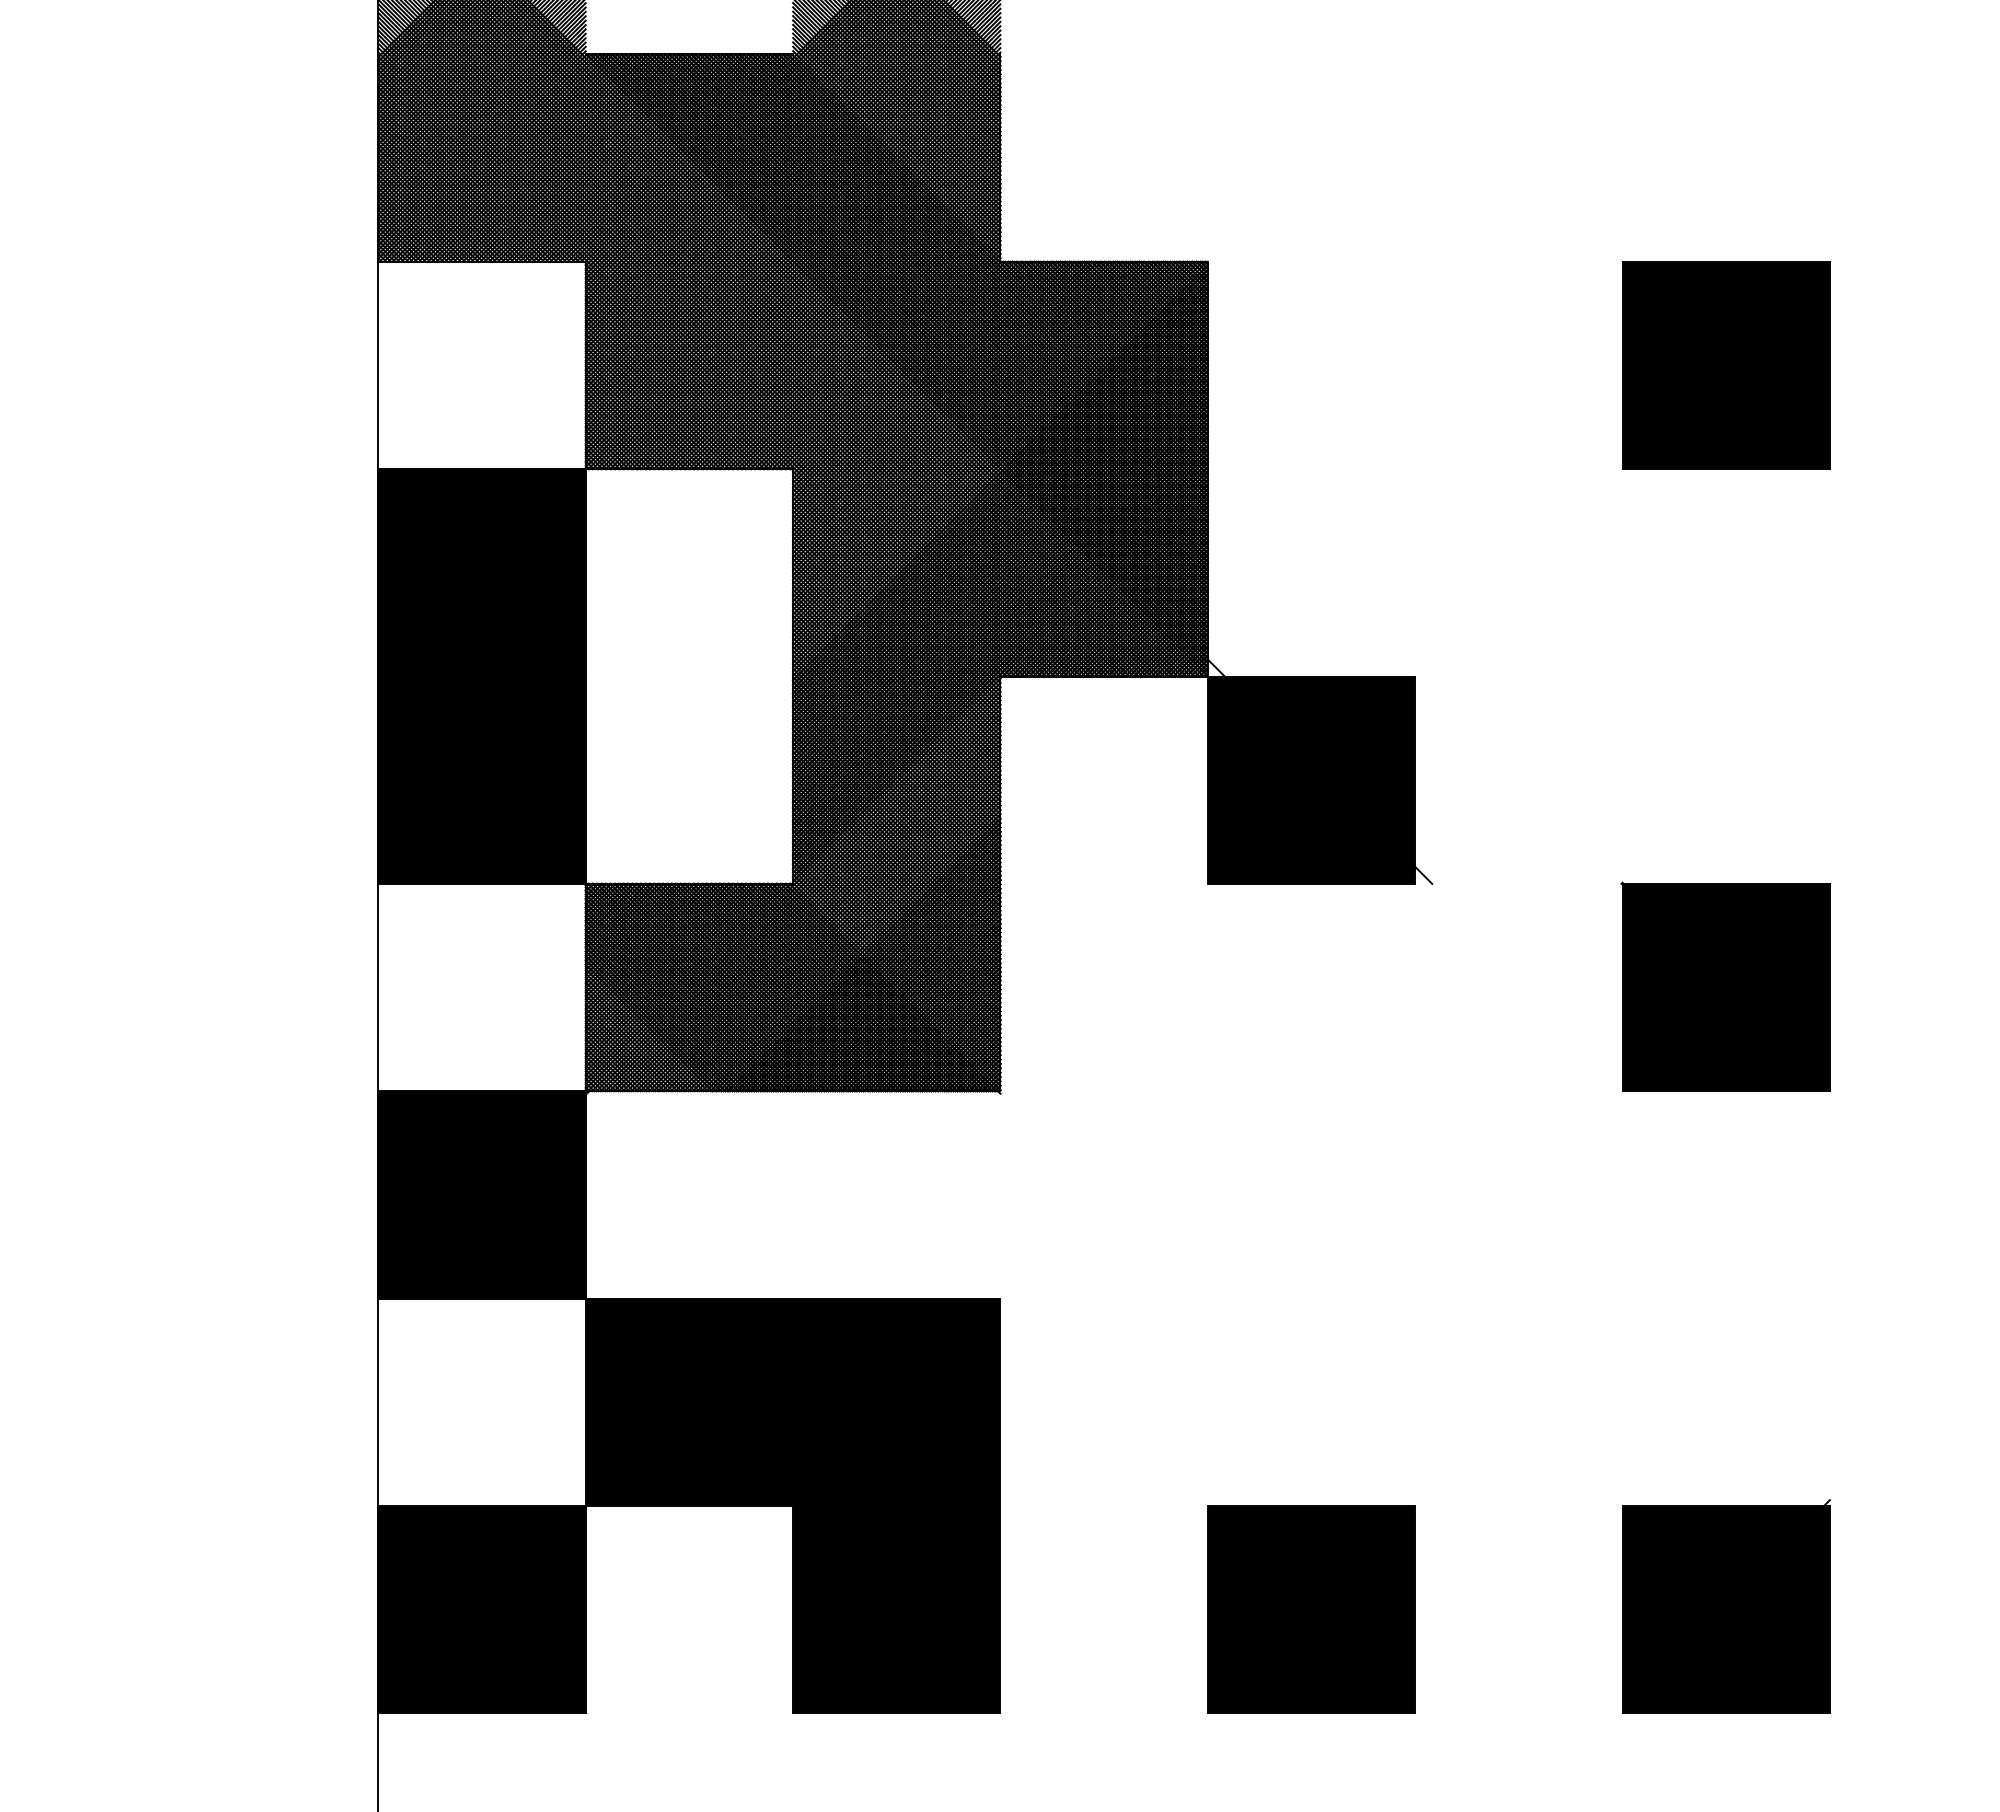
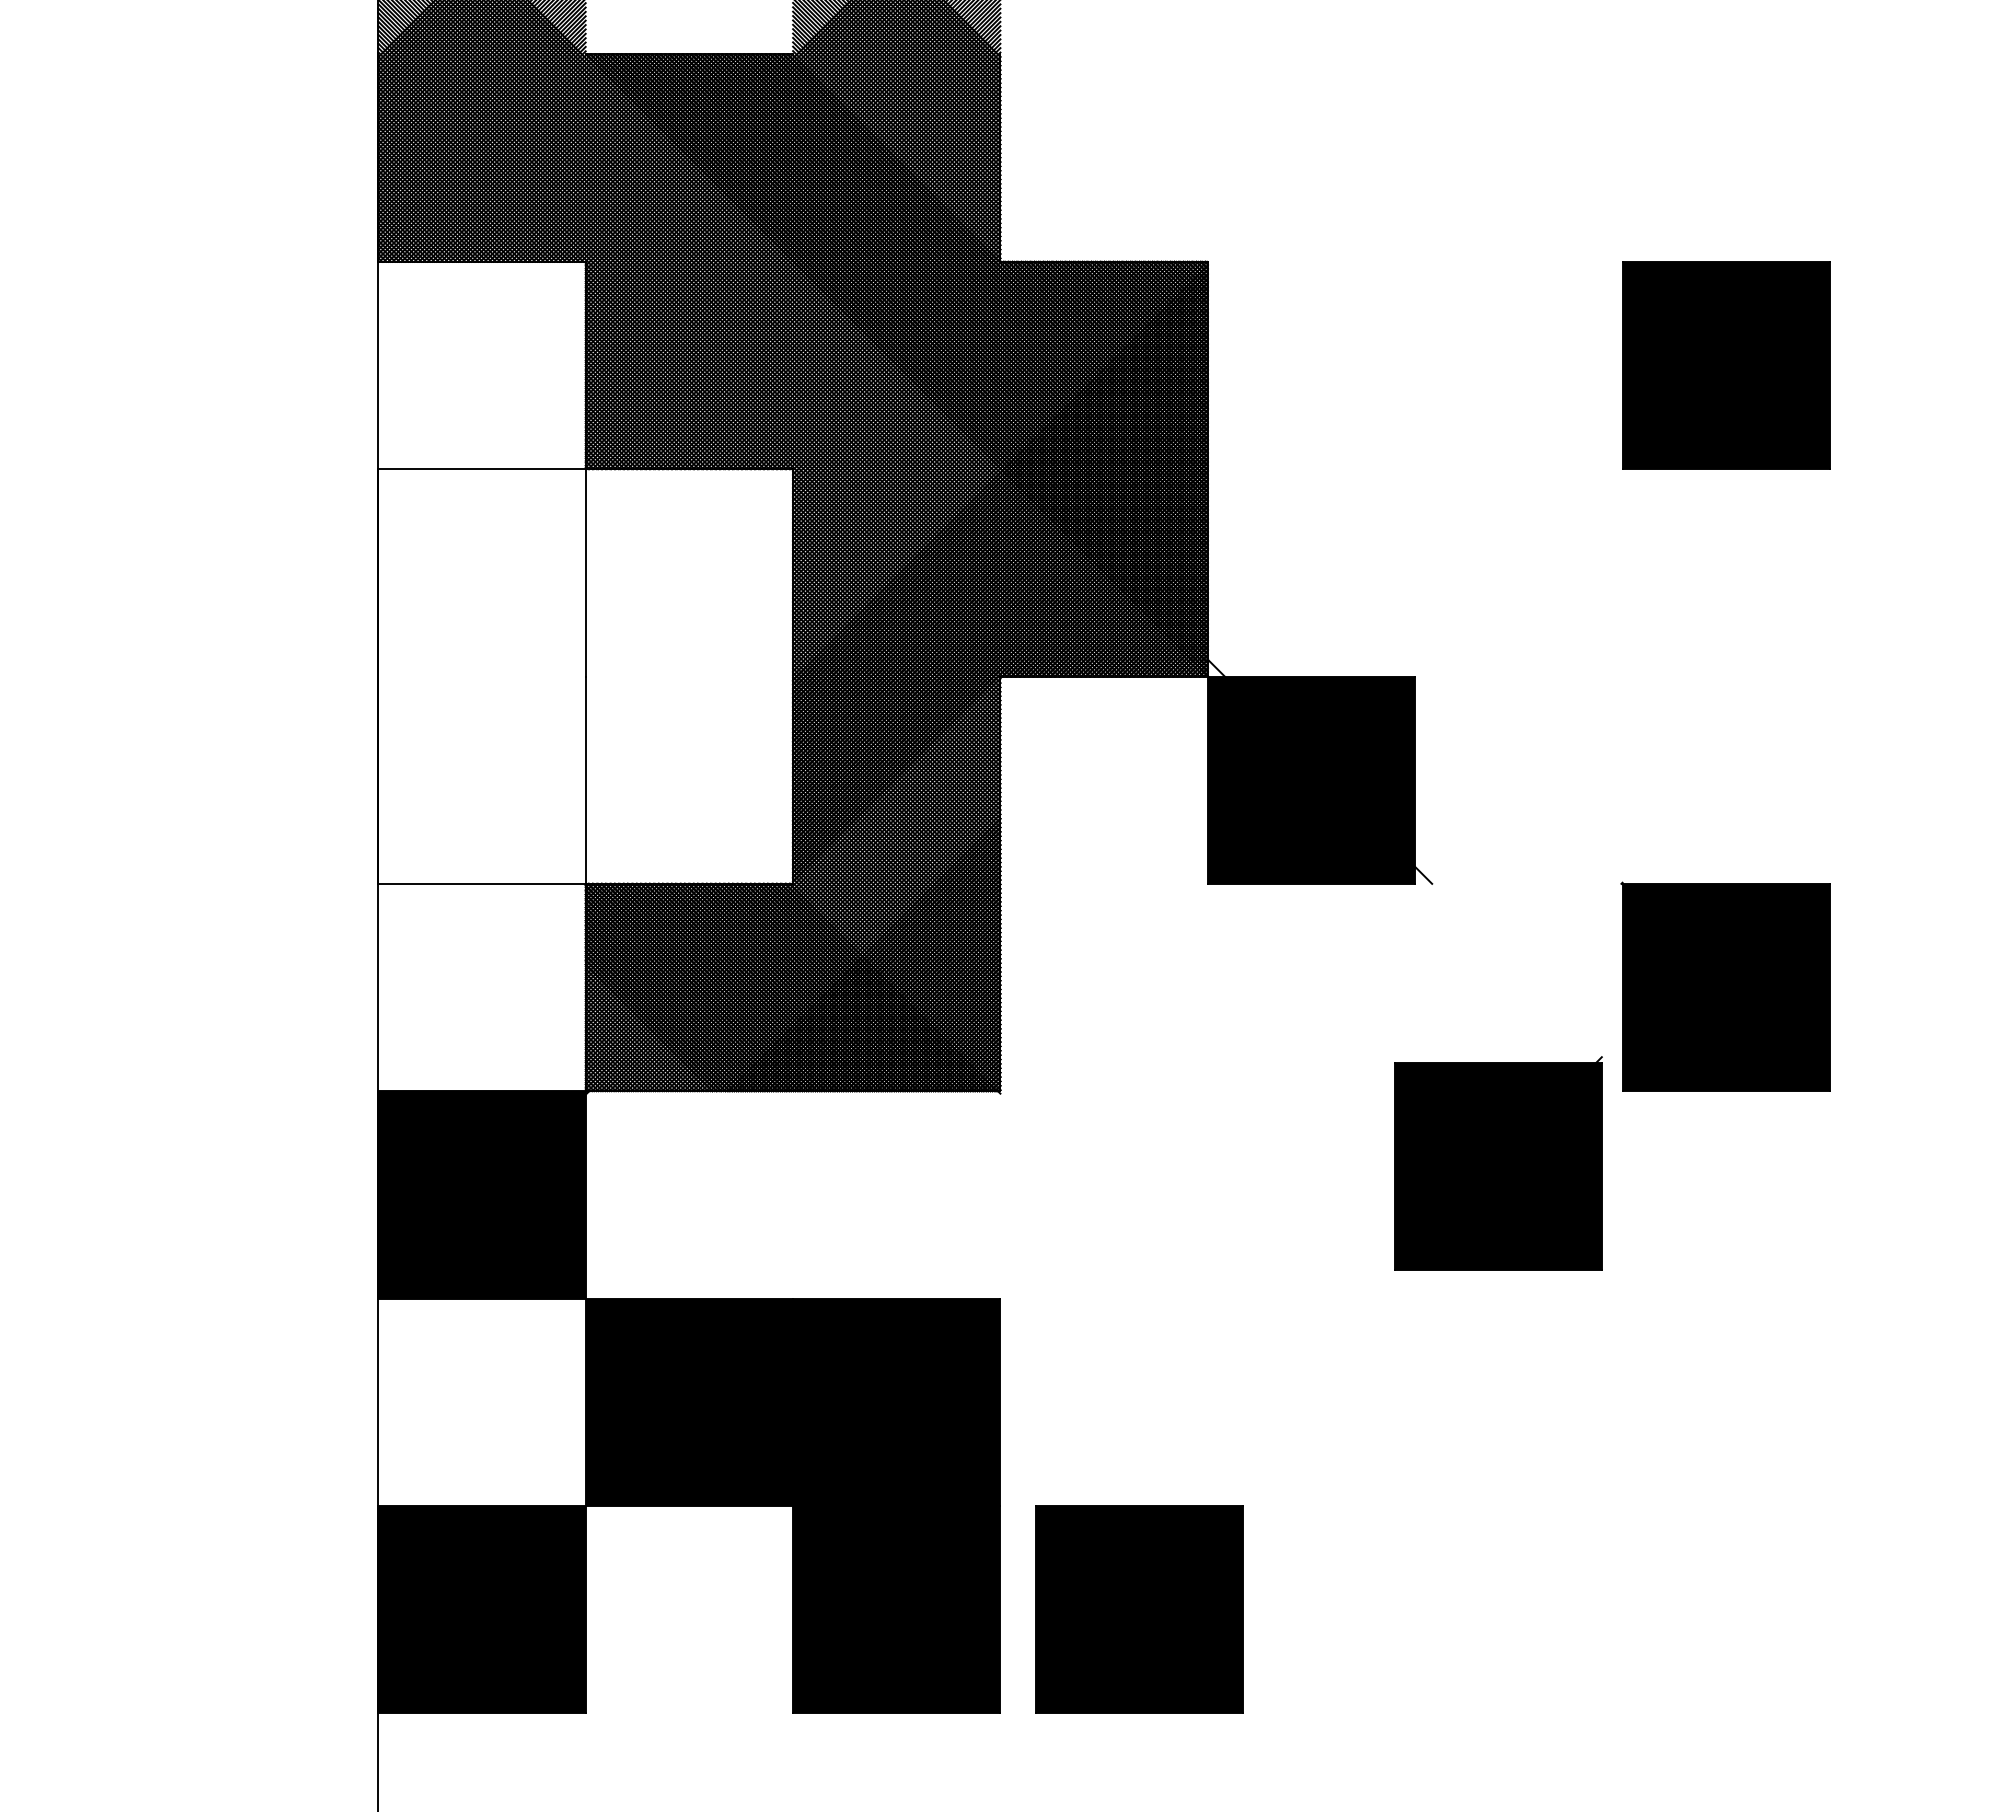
fill at (481, 676): present -> none
part at (1726, 1606) position: (1726, 1606) -> (1498, 1163)
part at (1311, 1609) position: (1311, 1609) -> (1139, 1609)
